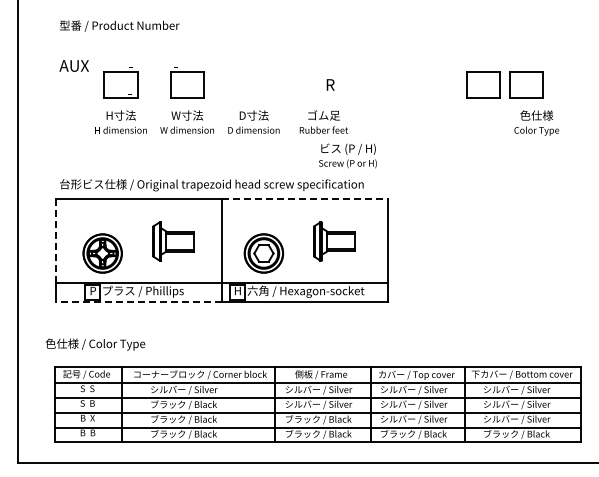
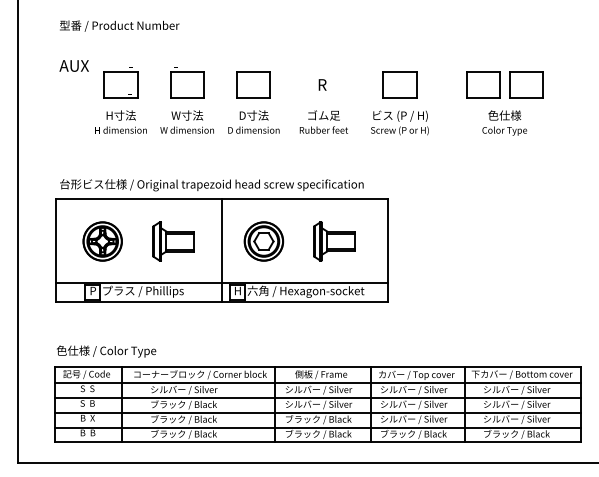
part at (253, 84): none -> present
text at (330, 84) position: (330, 84) -> (322, 84)
part at (399, 84): none -> present
text at (536, 122) position: (536, 122) -> (504, 122)
text at (347, 155) position: (347, 155) -> (399, 122)
line at (305, 198): dashed -> solid
line at (55, 240): dashed -> solid
part at (102, 253) position: (102, 253) -> (102, 241)
part at (263, 253) position: (263, 253) -> (263, 241)
line at (138, 301): dashed -> solid
text at (95, 344) position: (95, 344) -> (106, 351)
